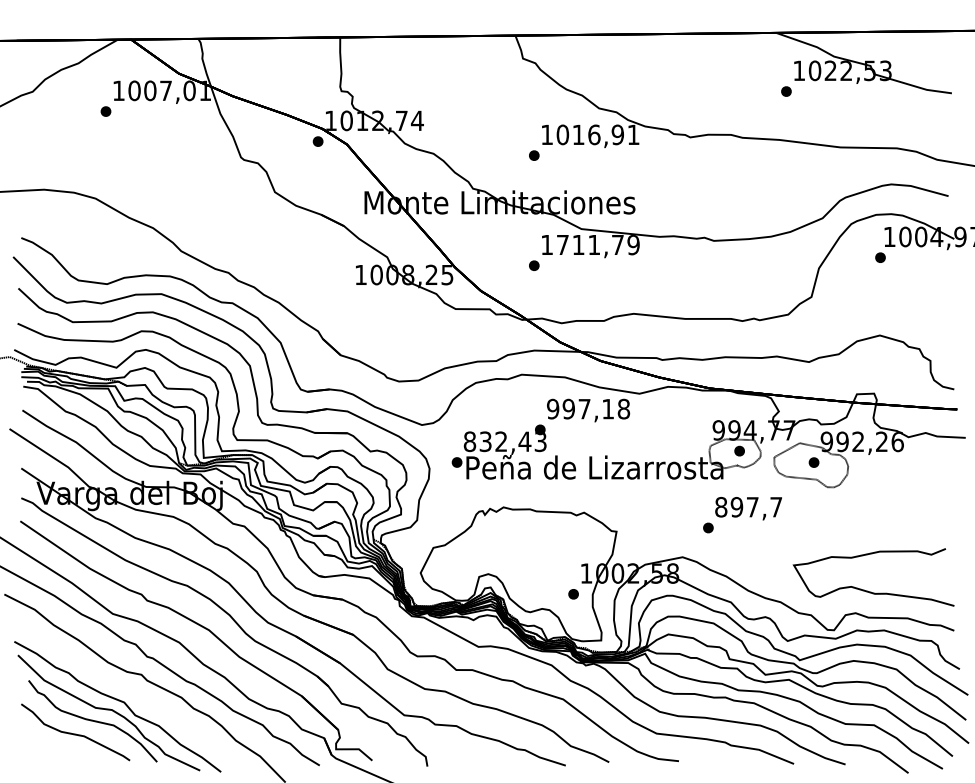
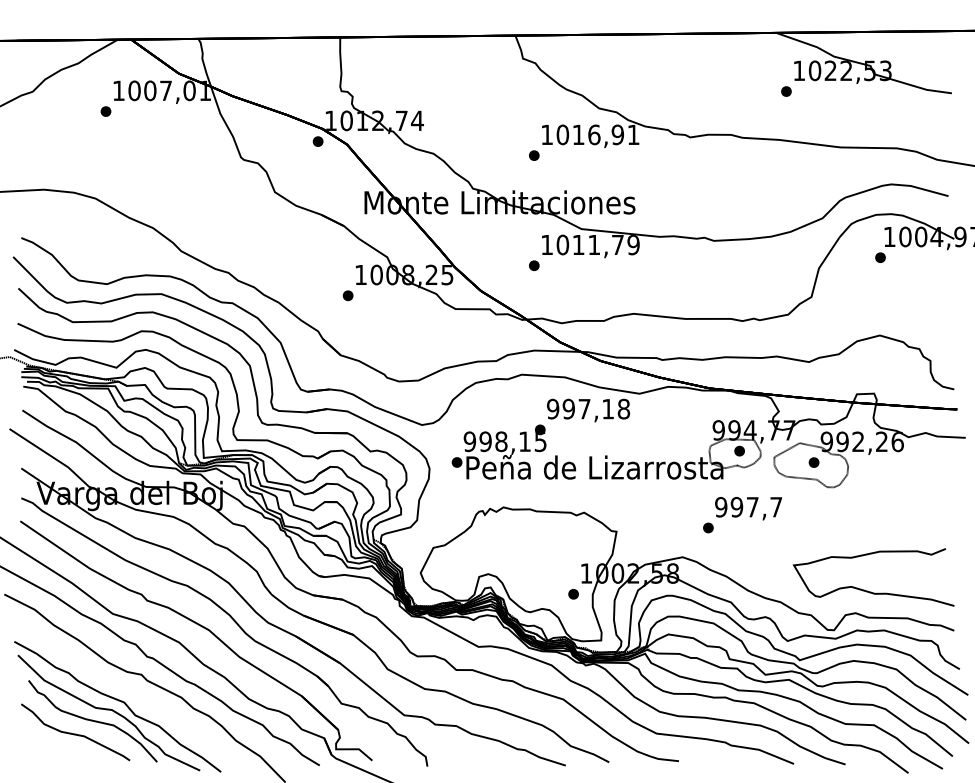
text at (562, 244): 1711,79 -> 1011,79
part at (347, 295): none -> present
text at (504, 441): 832,43 -> 998,15
text at (721, 507): 897,7 -> 997,7
